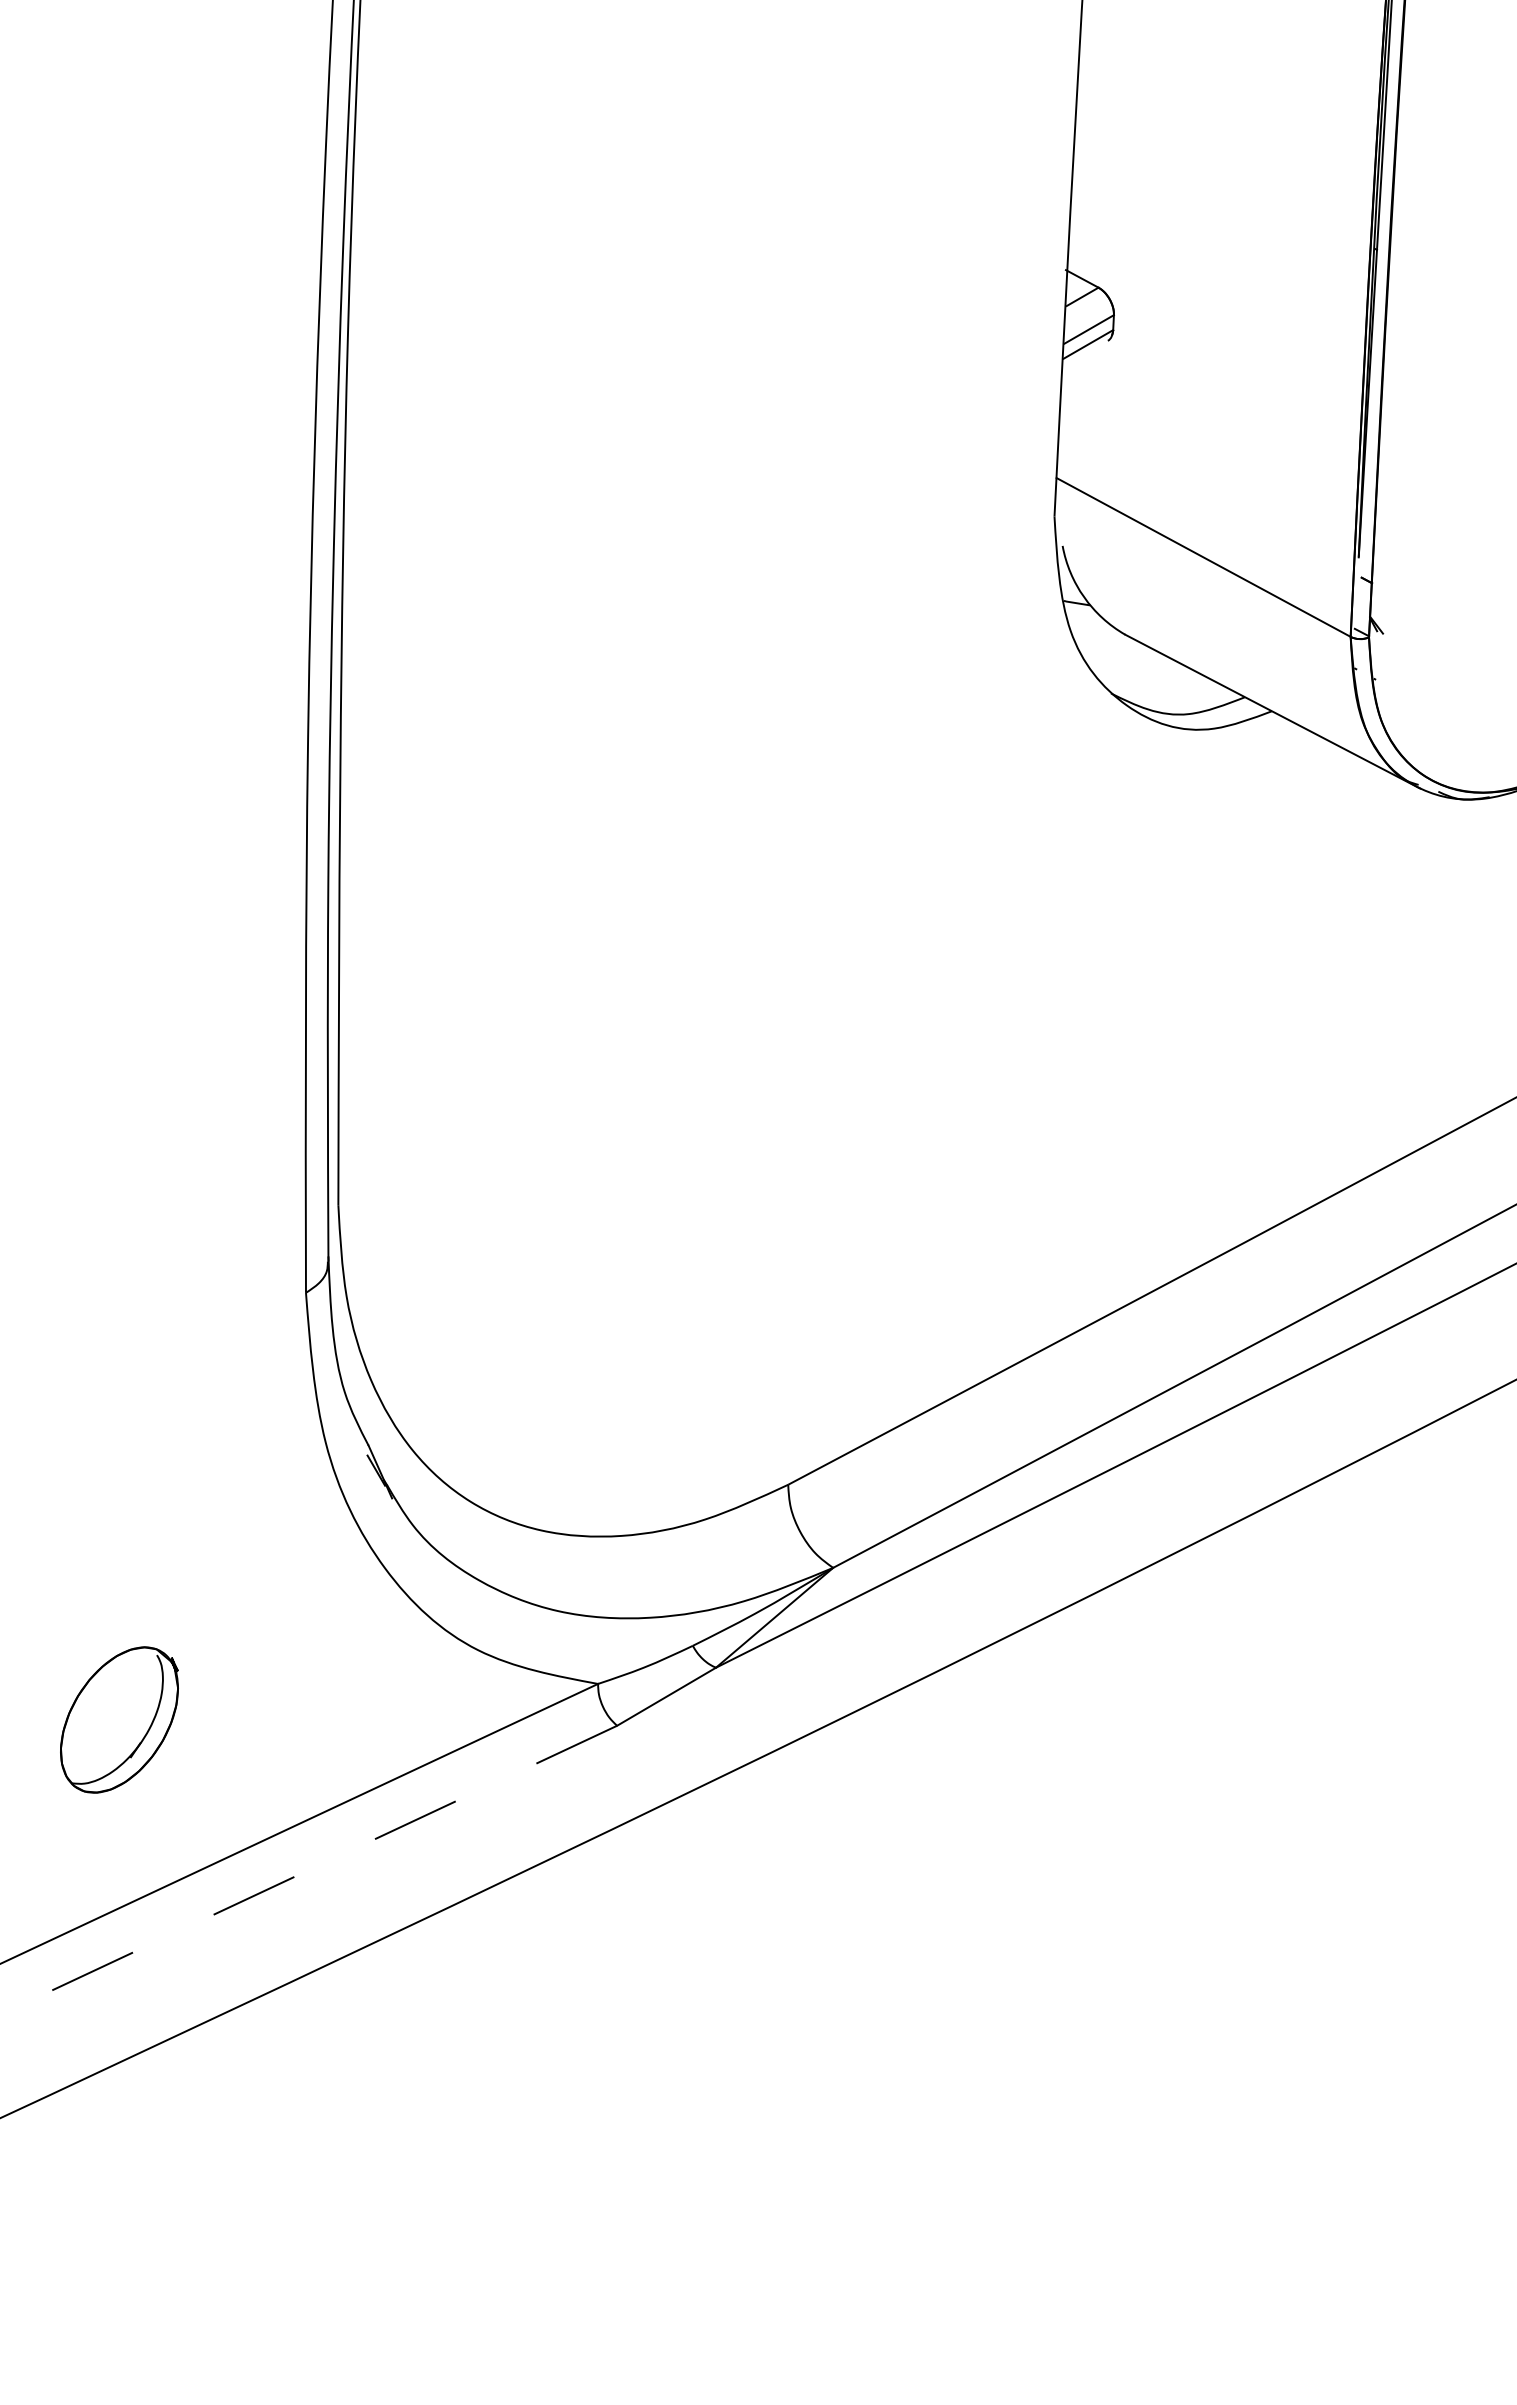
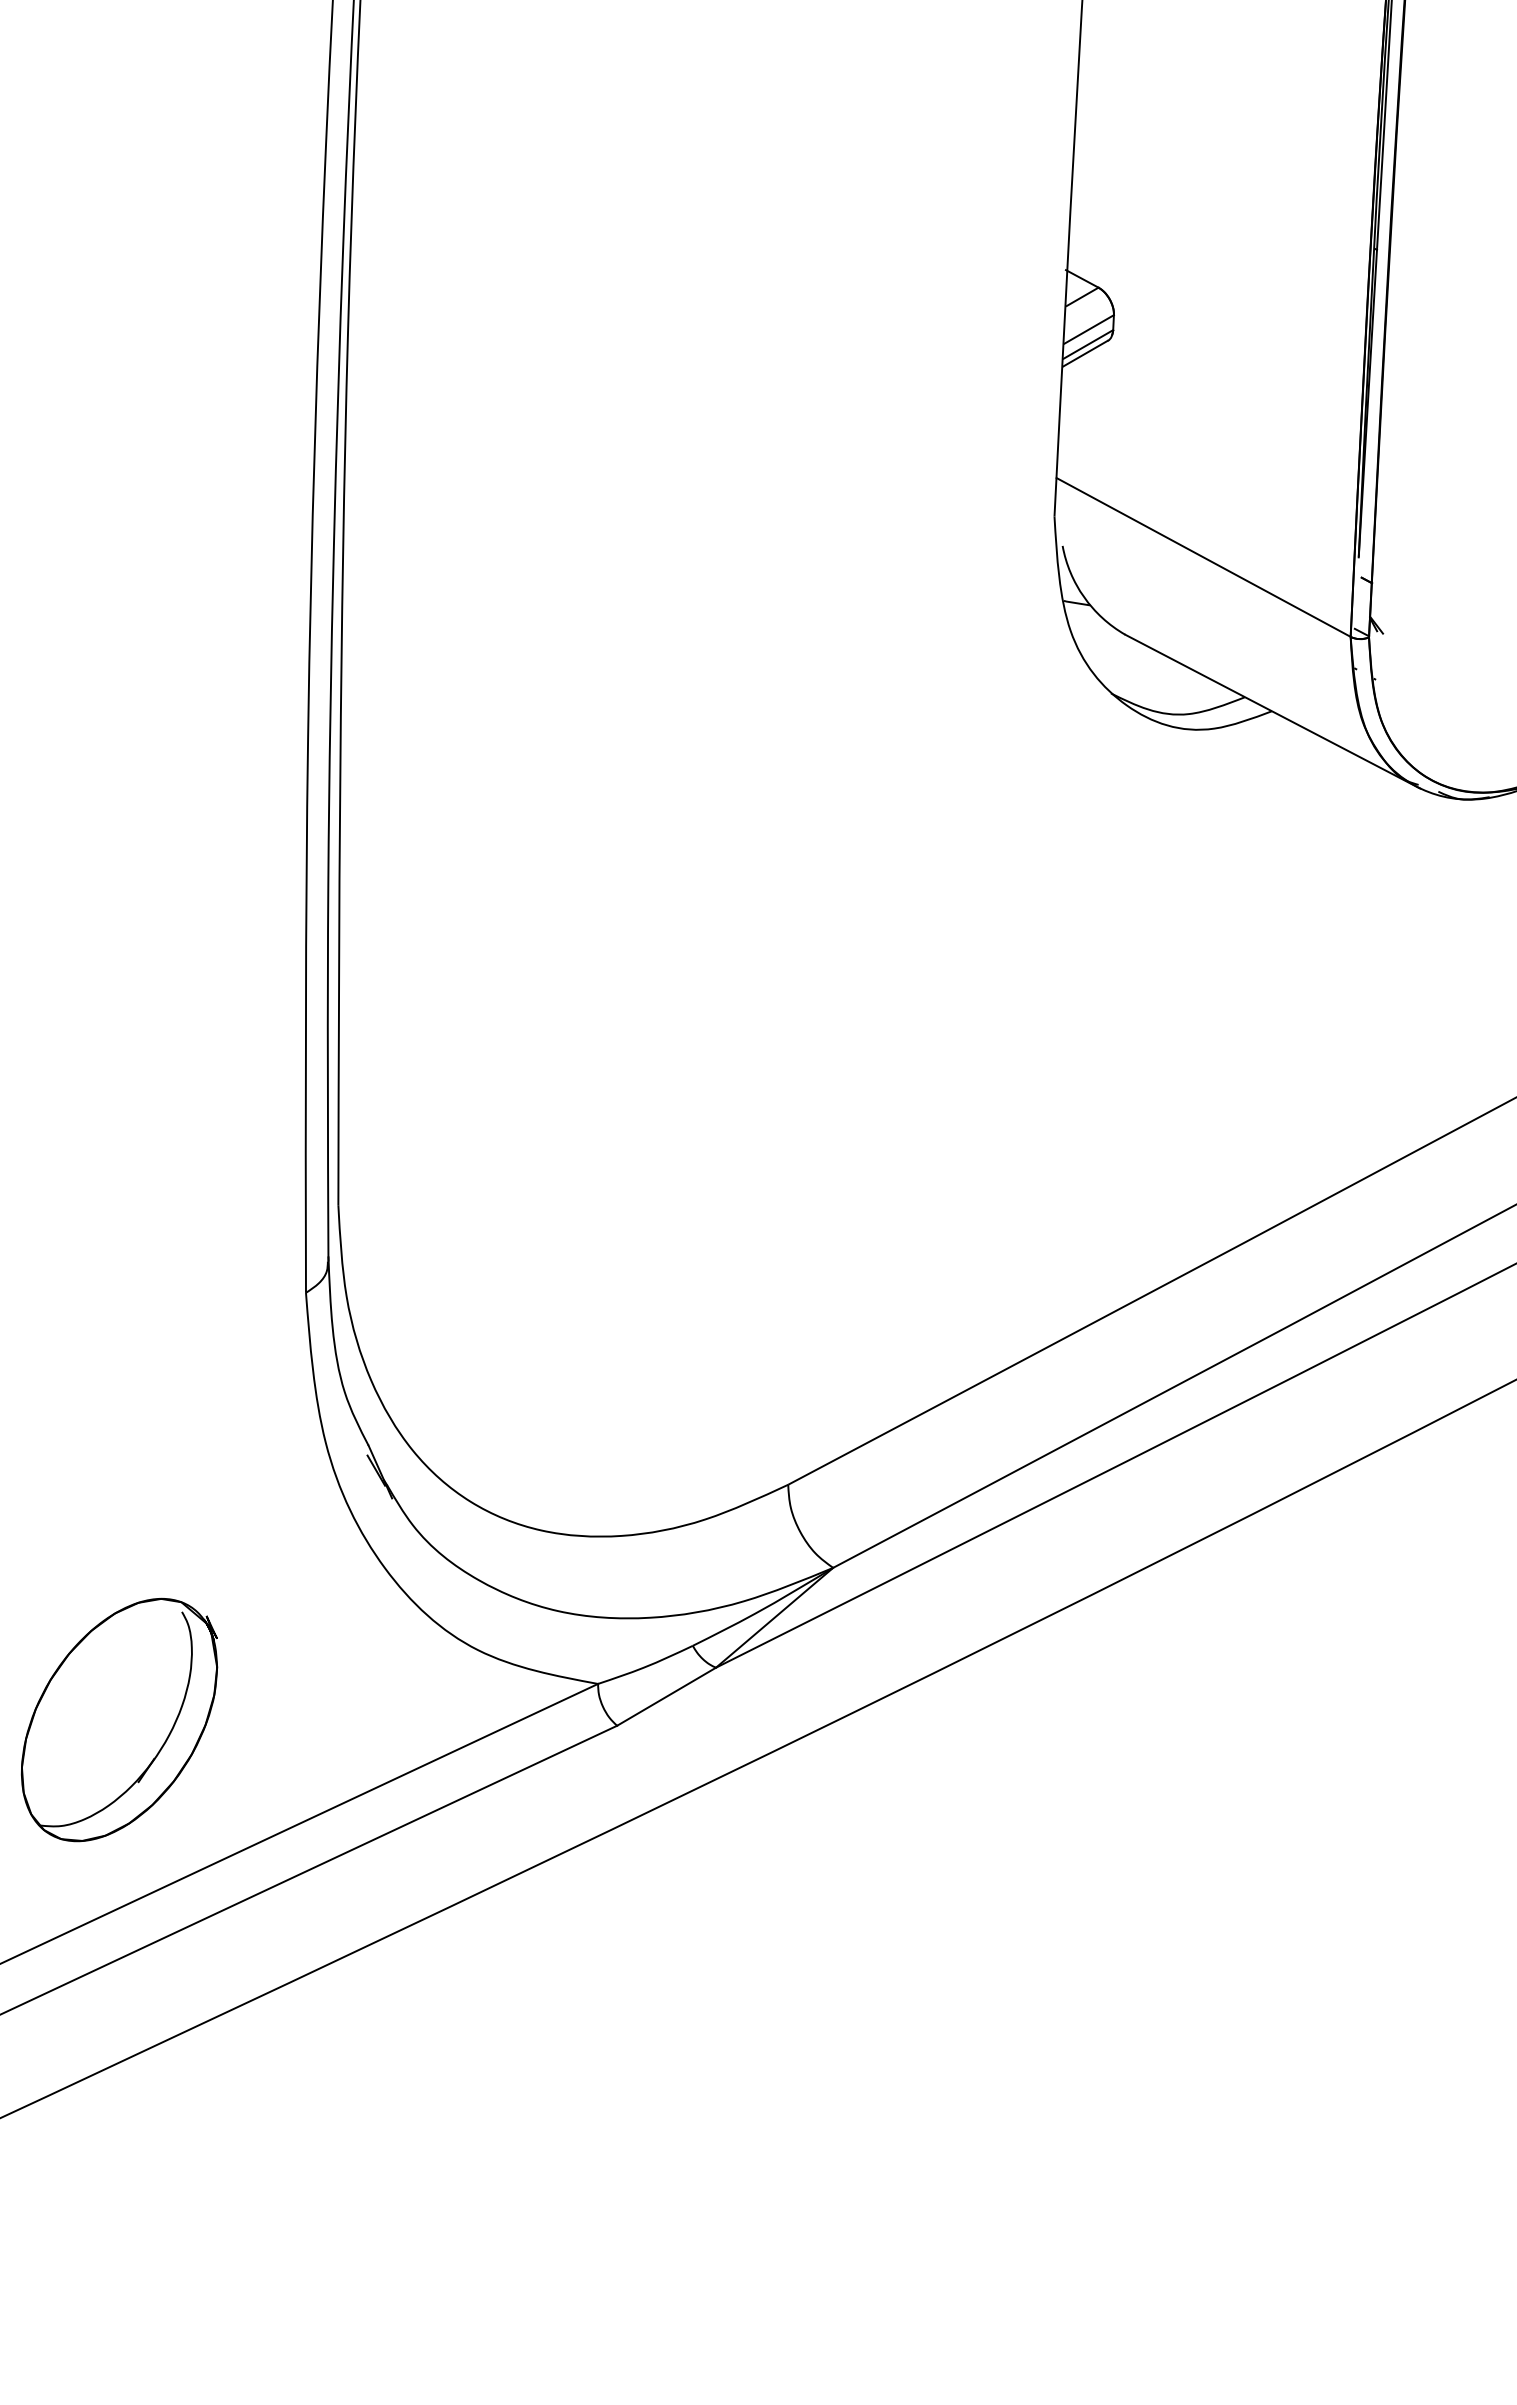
line at (1085, 353): none -> present
part at (119, 1719) size: 119x148 px -> 199x246 px
line at (308, 1870): dashed -> solid
